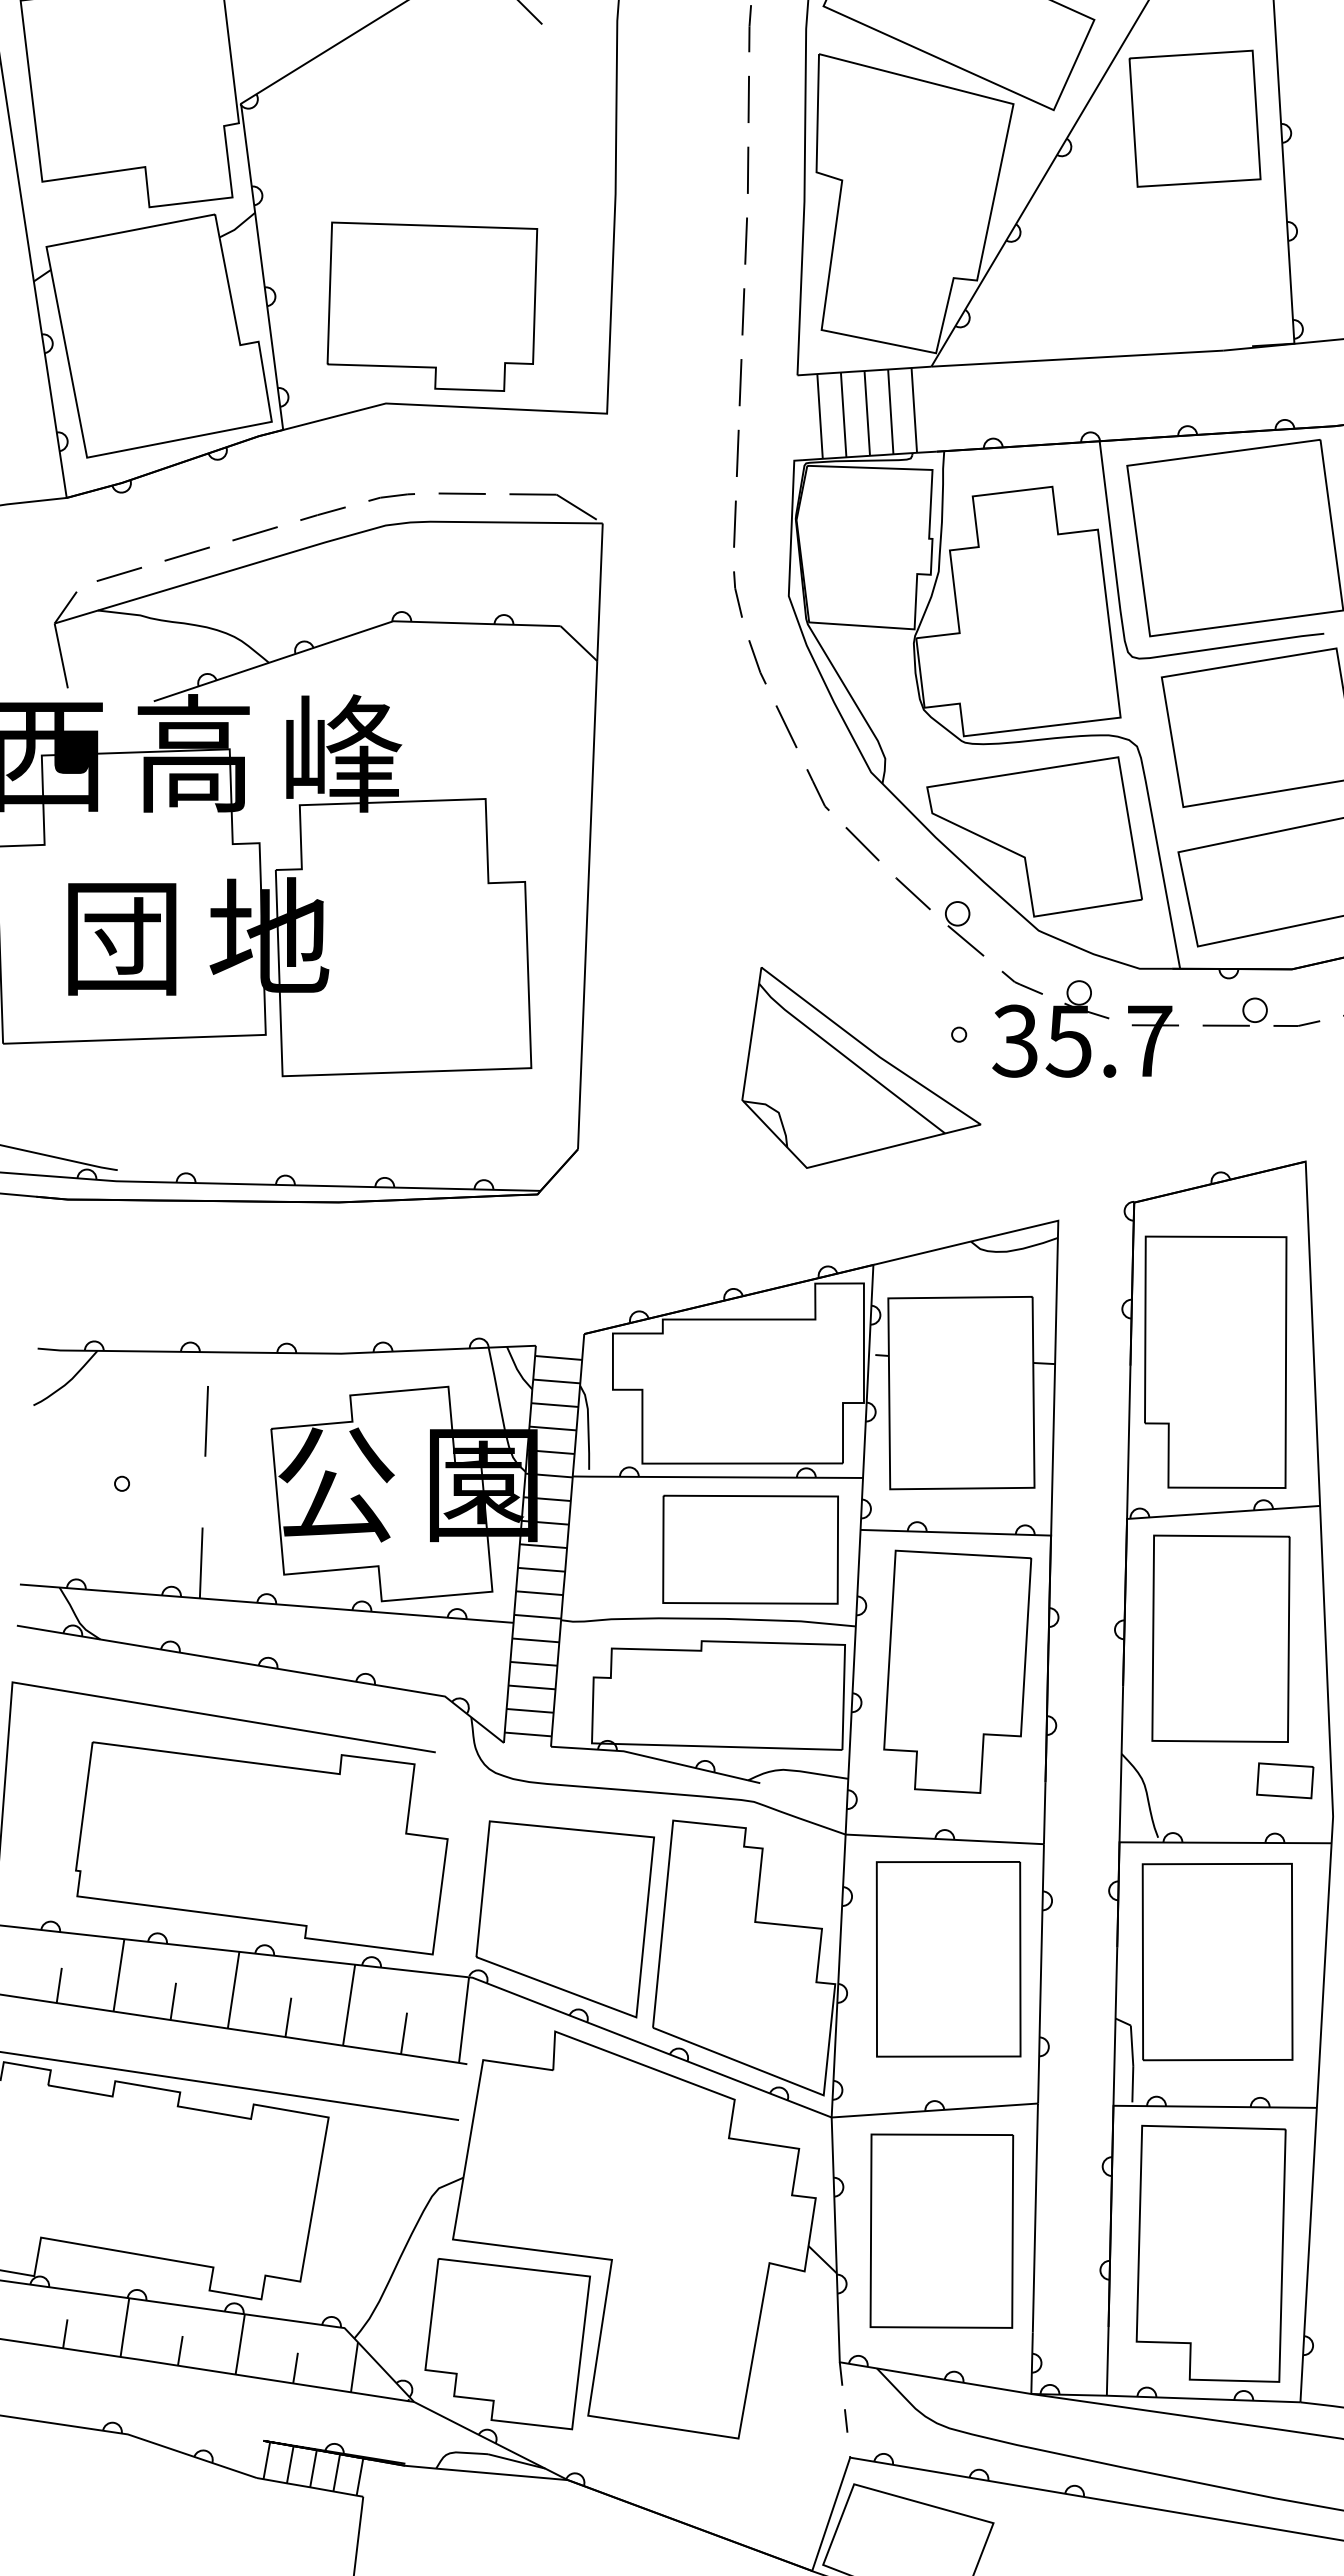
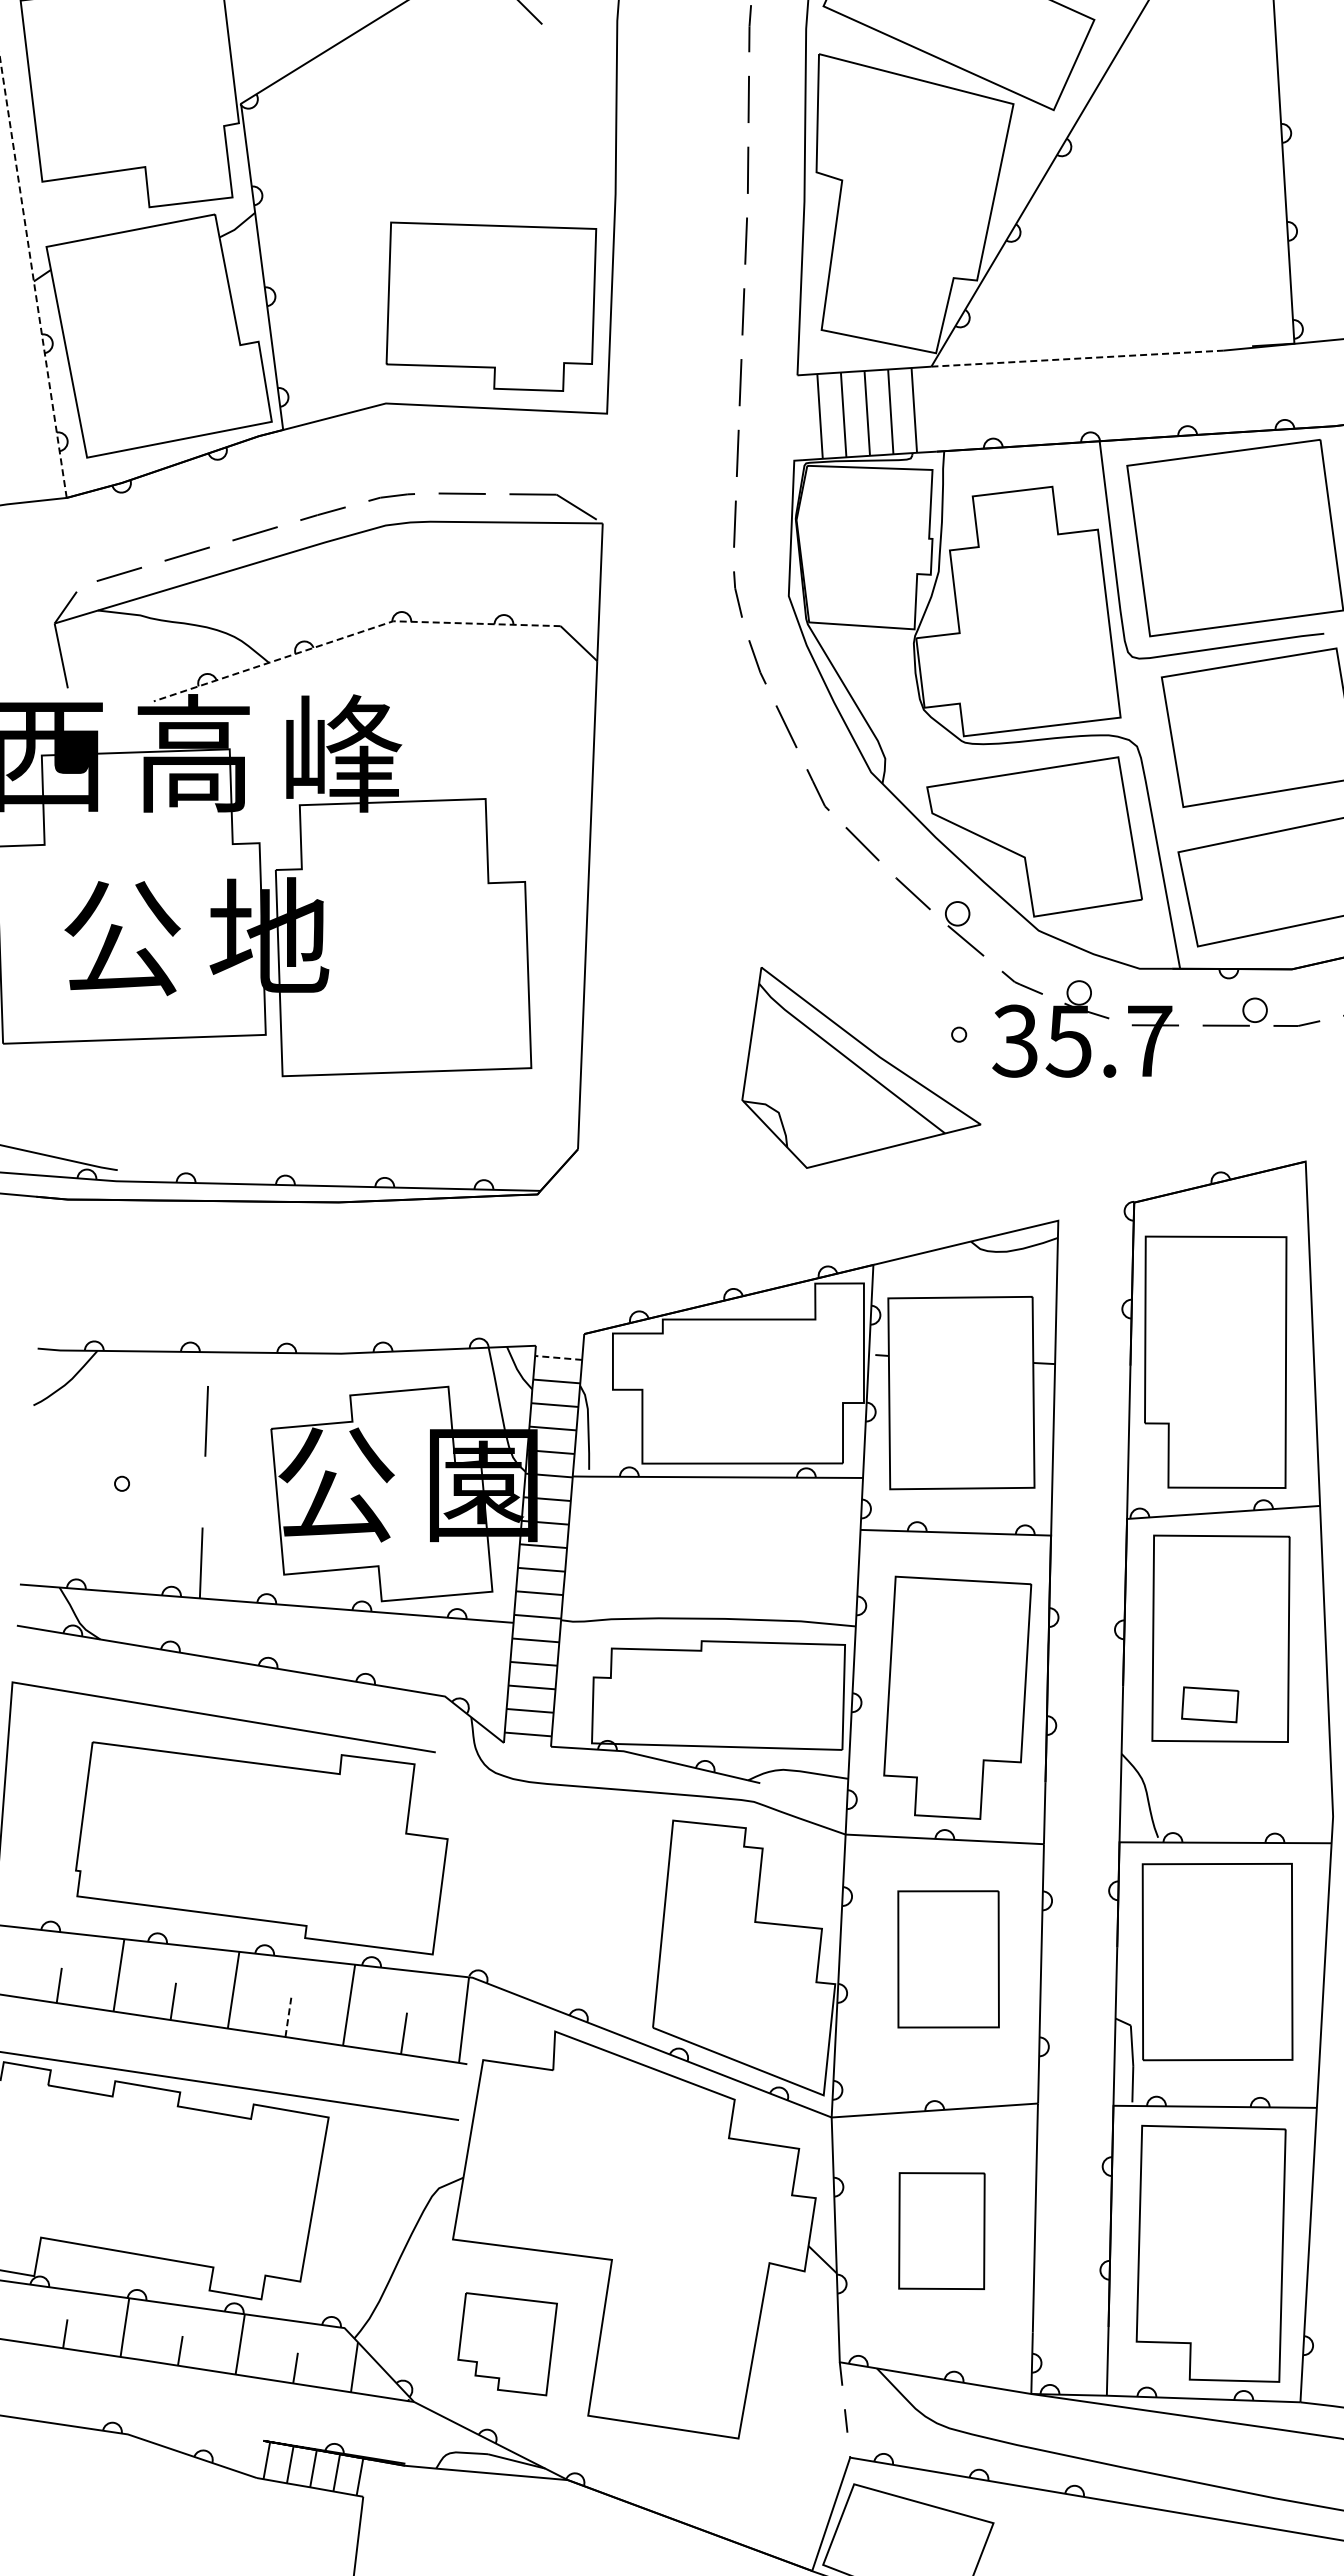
part at (1194, 118): present -> none
line at (33, 277): solid -> dashed
part at (432, 306) position: (432, 306) -> (491, 306)
line at (1078, 358): solid -> dashed
line at (353, 634): solid -> dashed
text at (122, 938): 団 -> 公
line at (558, 1357): solid -> dashed
part at (750, 1549): present -> none
part at (957, 1671) position: (957, 1671) -> (957, 1697)
part at (1285, 1780) position: (1285, 1780) -> (1210, 1704)
part at (564, 1919): present -> none
part at (948, 1959) size: 147x197 px -> 103x139 px
line at (288, 2017): solid -> dashed
part at (941, 2230) size: 146x196 px -> 88x118 px
part at (507, 2344) size: 167x173 px -> 101x105 px
